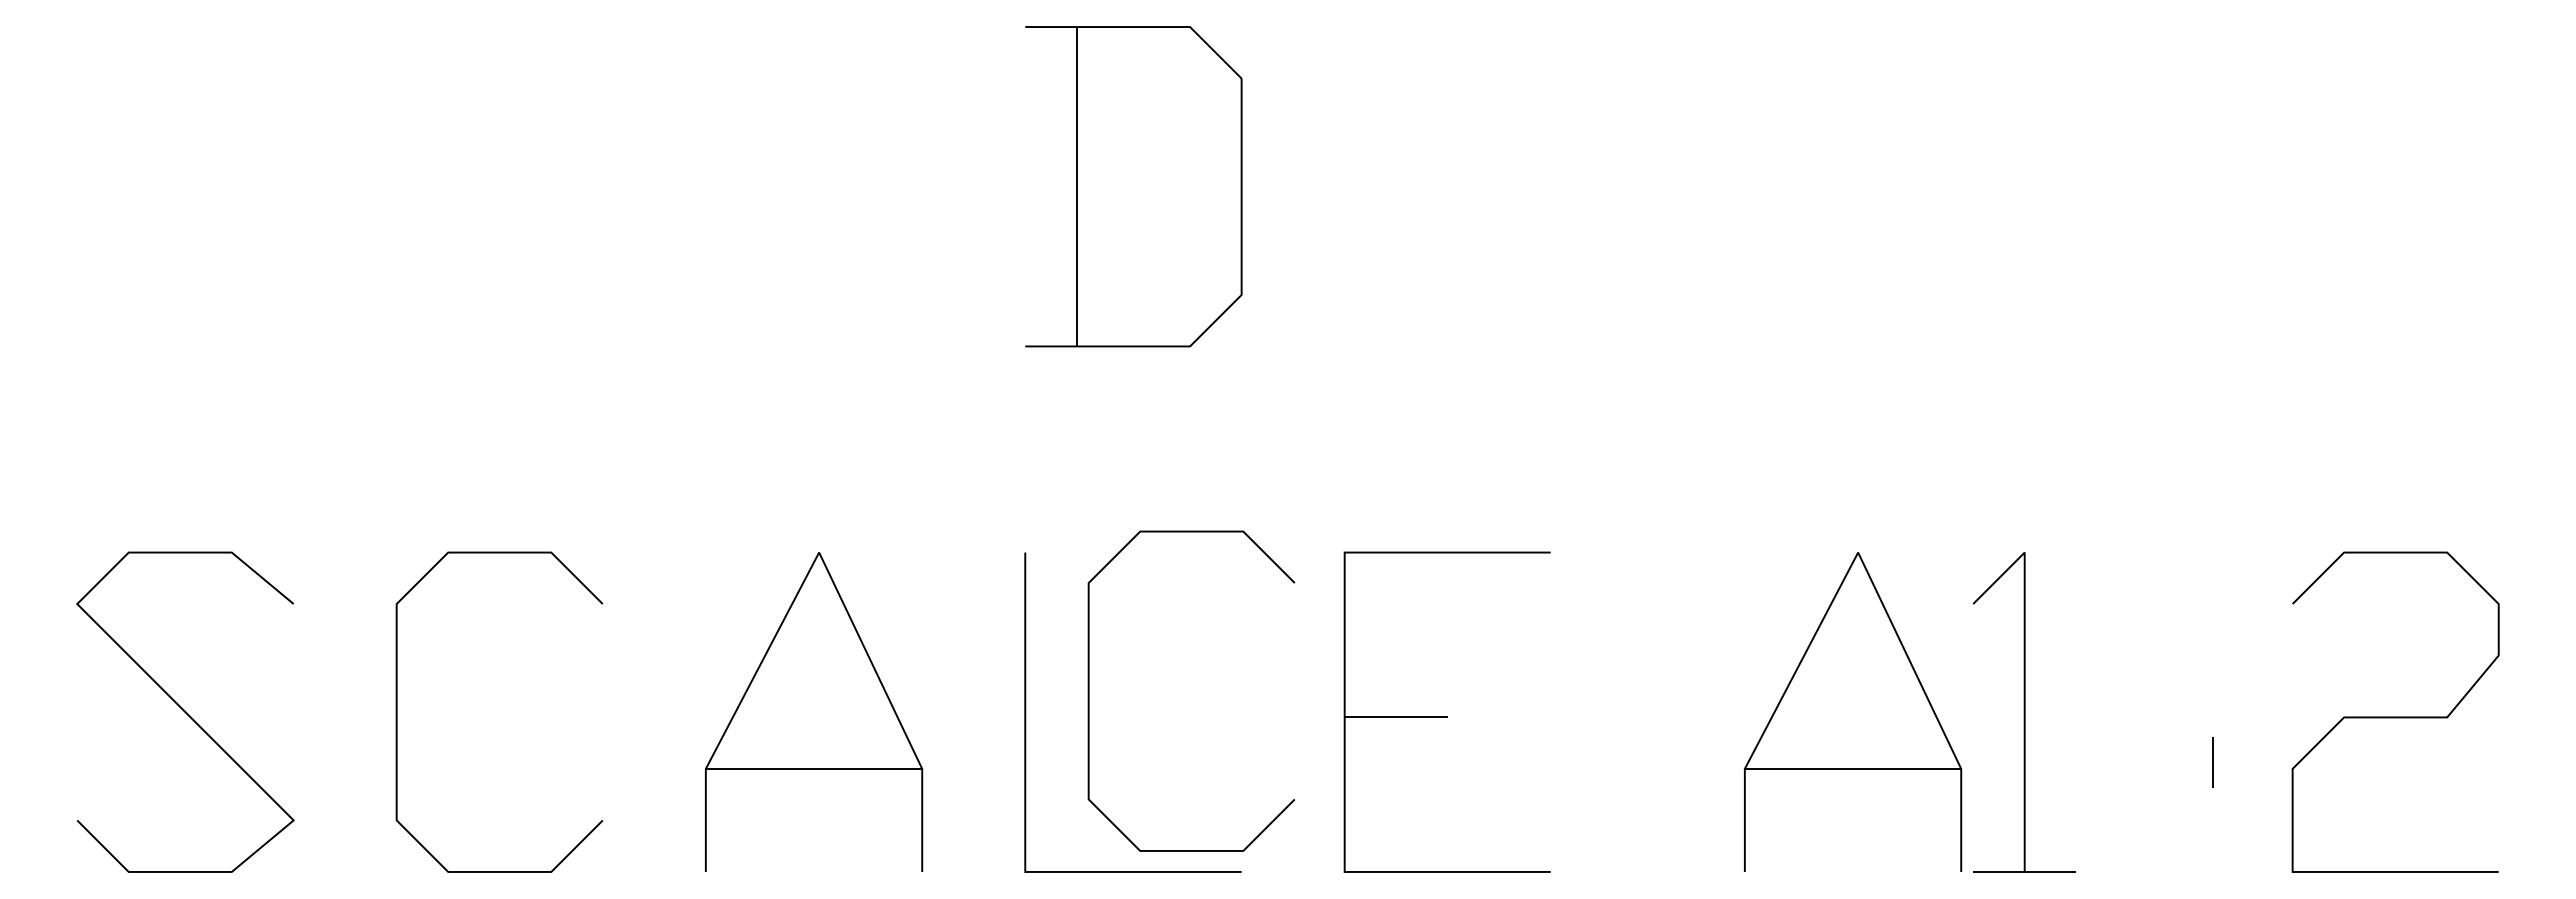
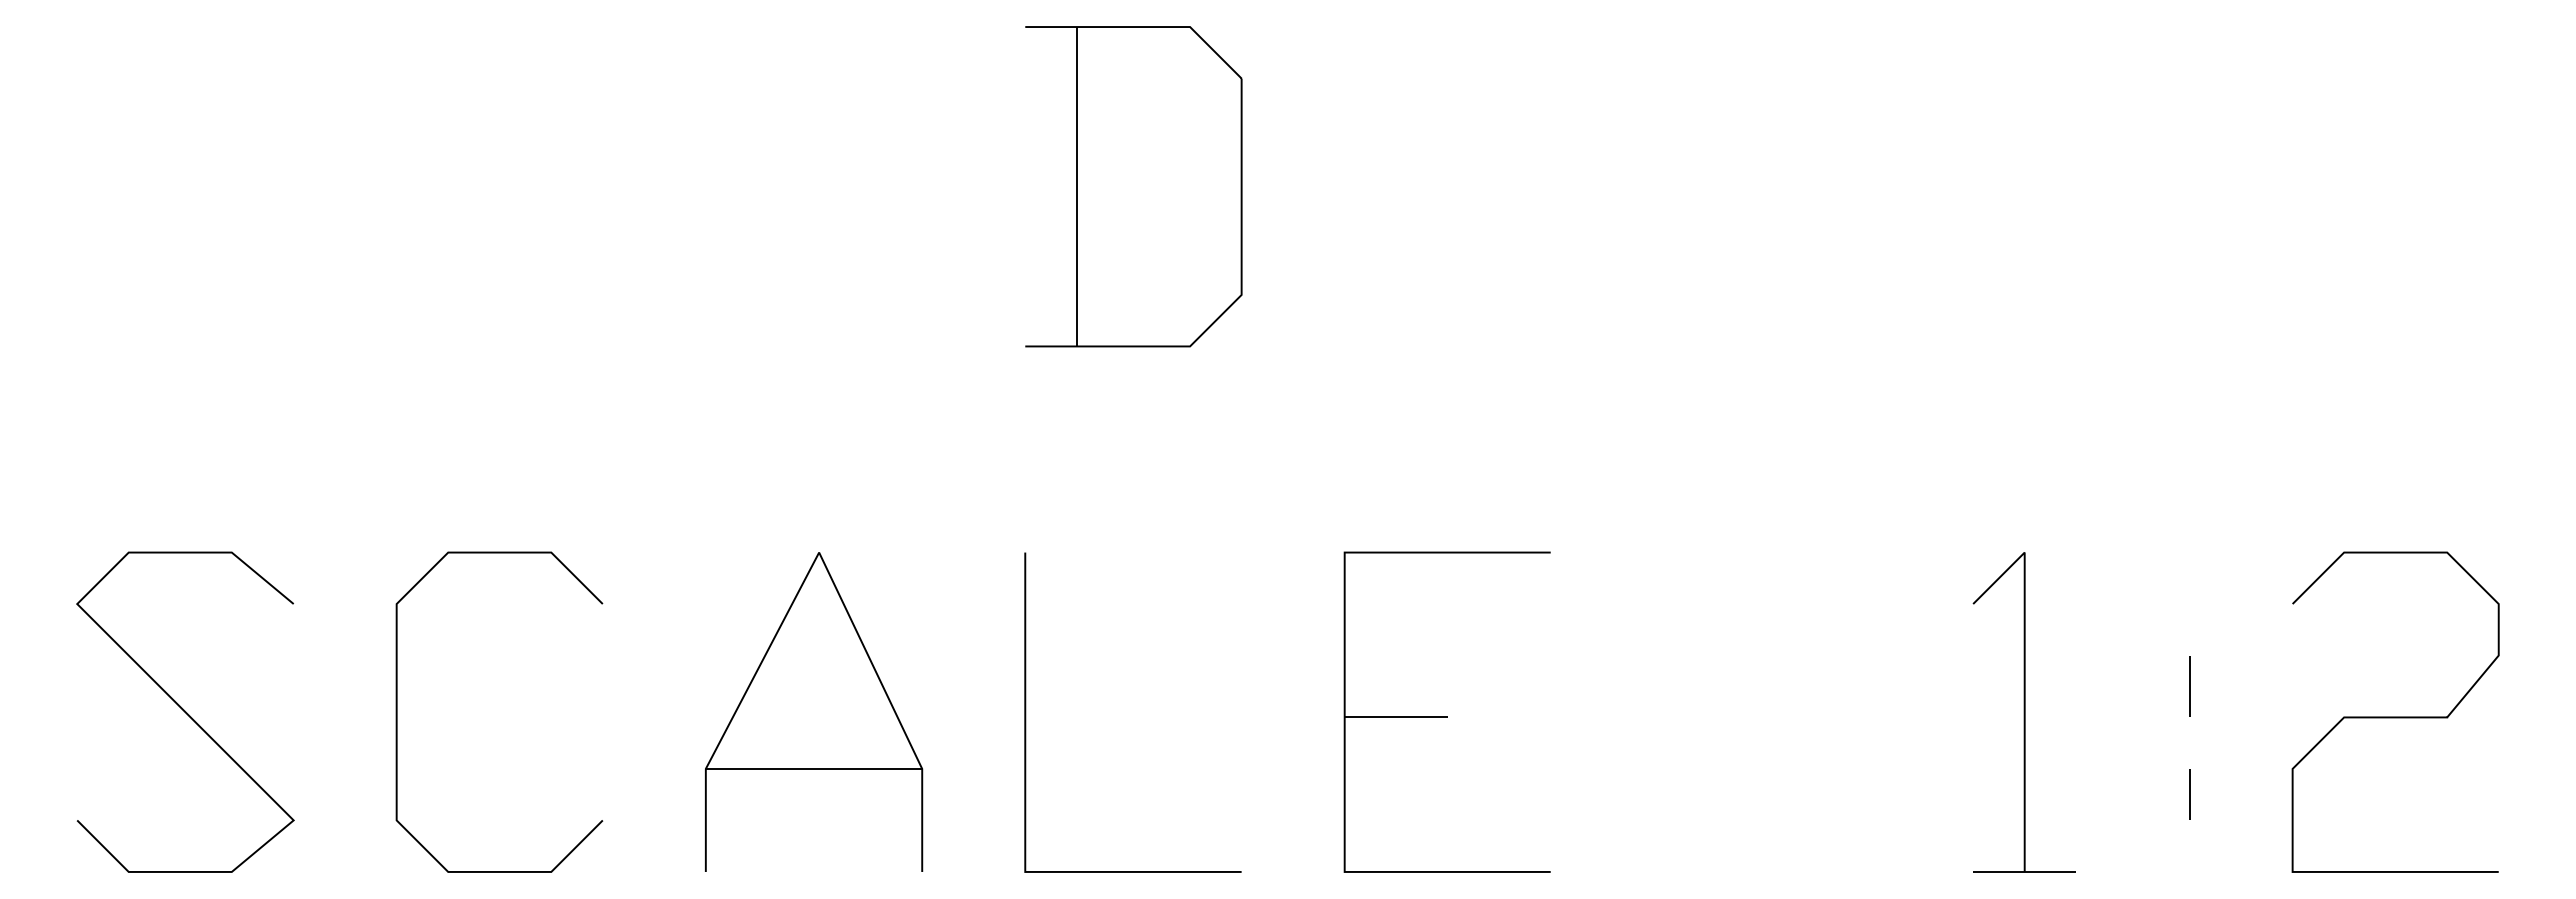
line at (2189, 686): none -> present
curve at (1089, 690): present -> none
part at (1853, 711): present -> none
line at (2212, 762) position: (2212, 762) -> (2189, 794)
